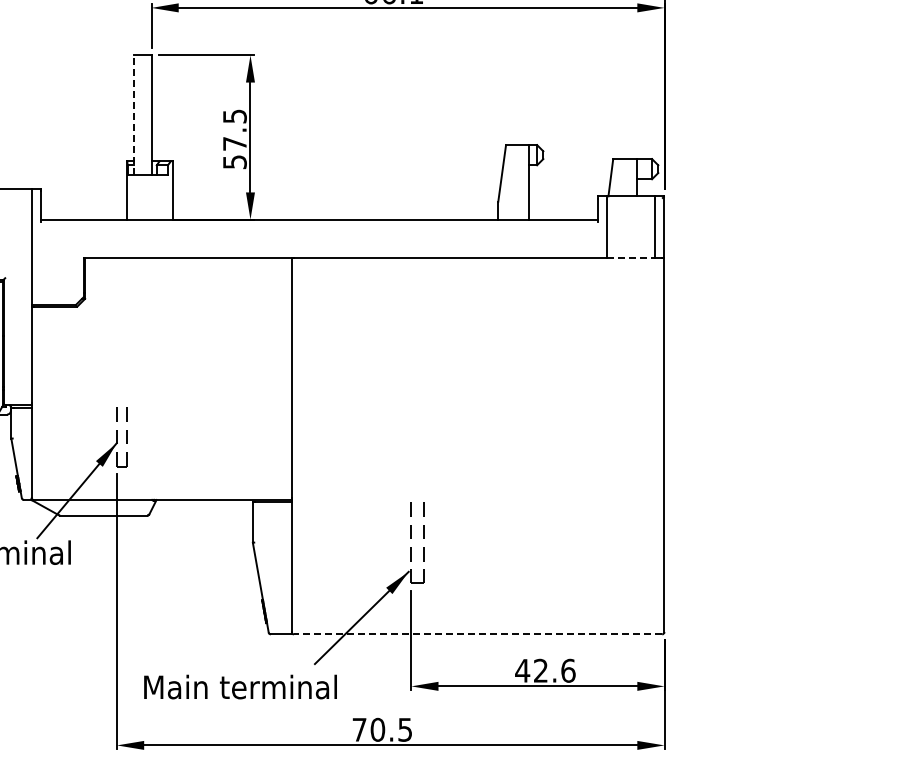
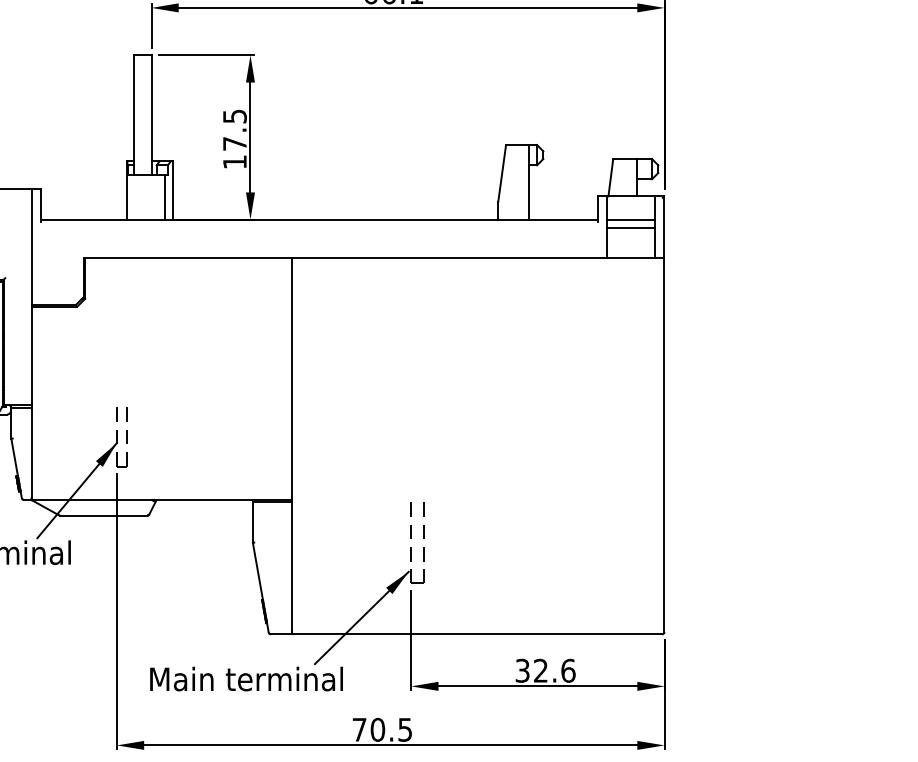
line at (133, 115): dashed -> solid
text at (234, 162): 57.5 -> 17.5
line at (164, 197): none -> present
line at (631, 220): none -> present
line at (631, 228): none -> present
line at (631, 258): dashed -> solid
line at (477, 634): dashed -> solid
text at (522, 670): 42.6 -> 32.6
text at (240, 686) position: (240, 686) -> (246, 678)
